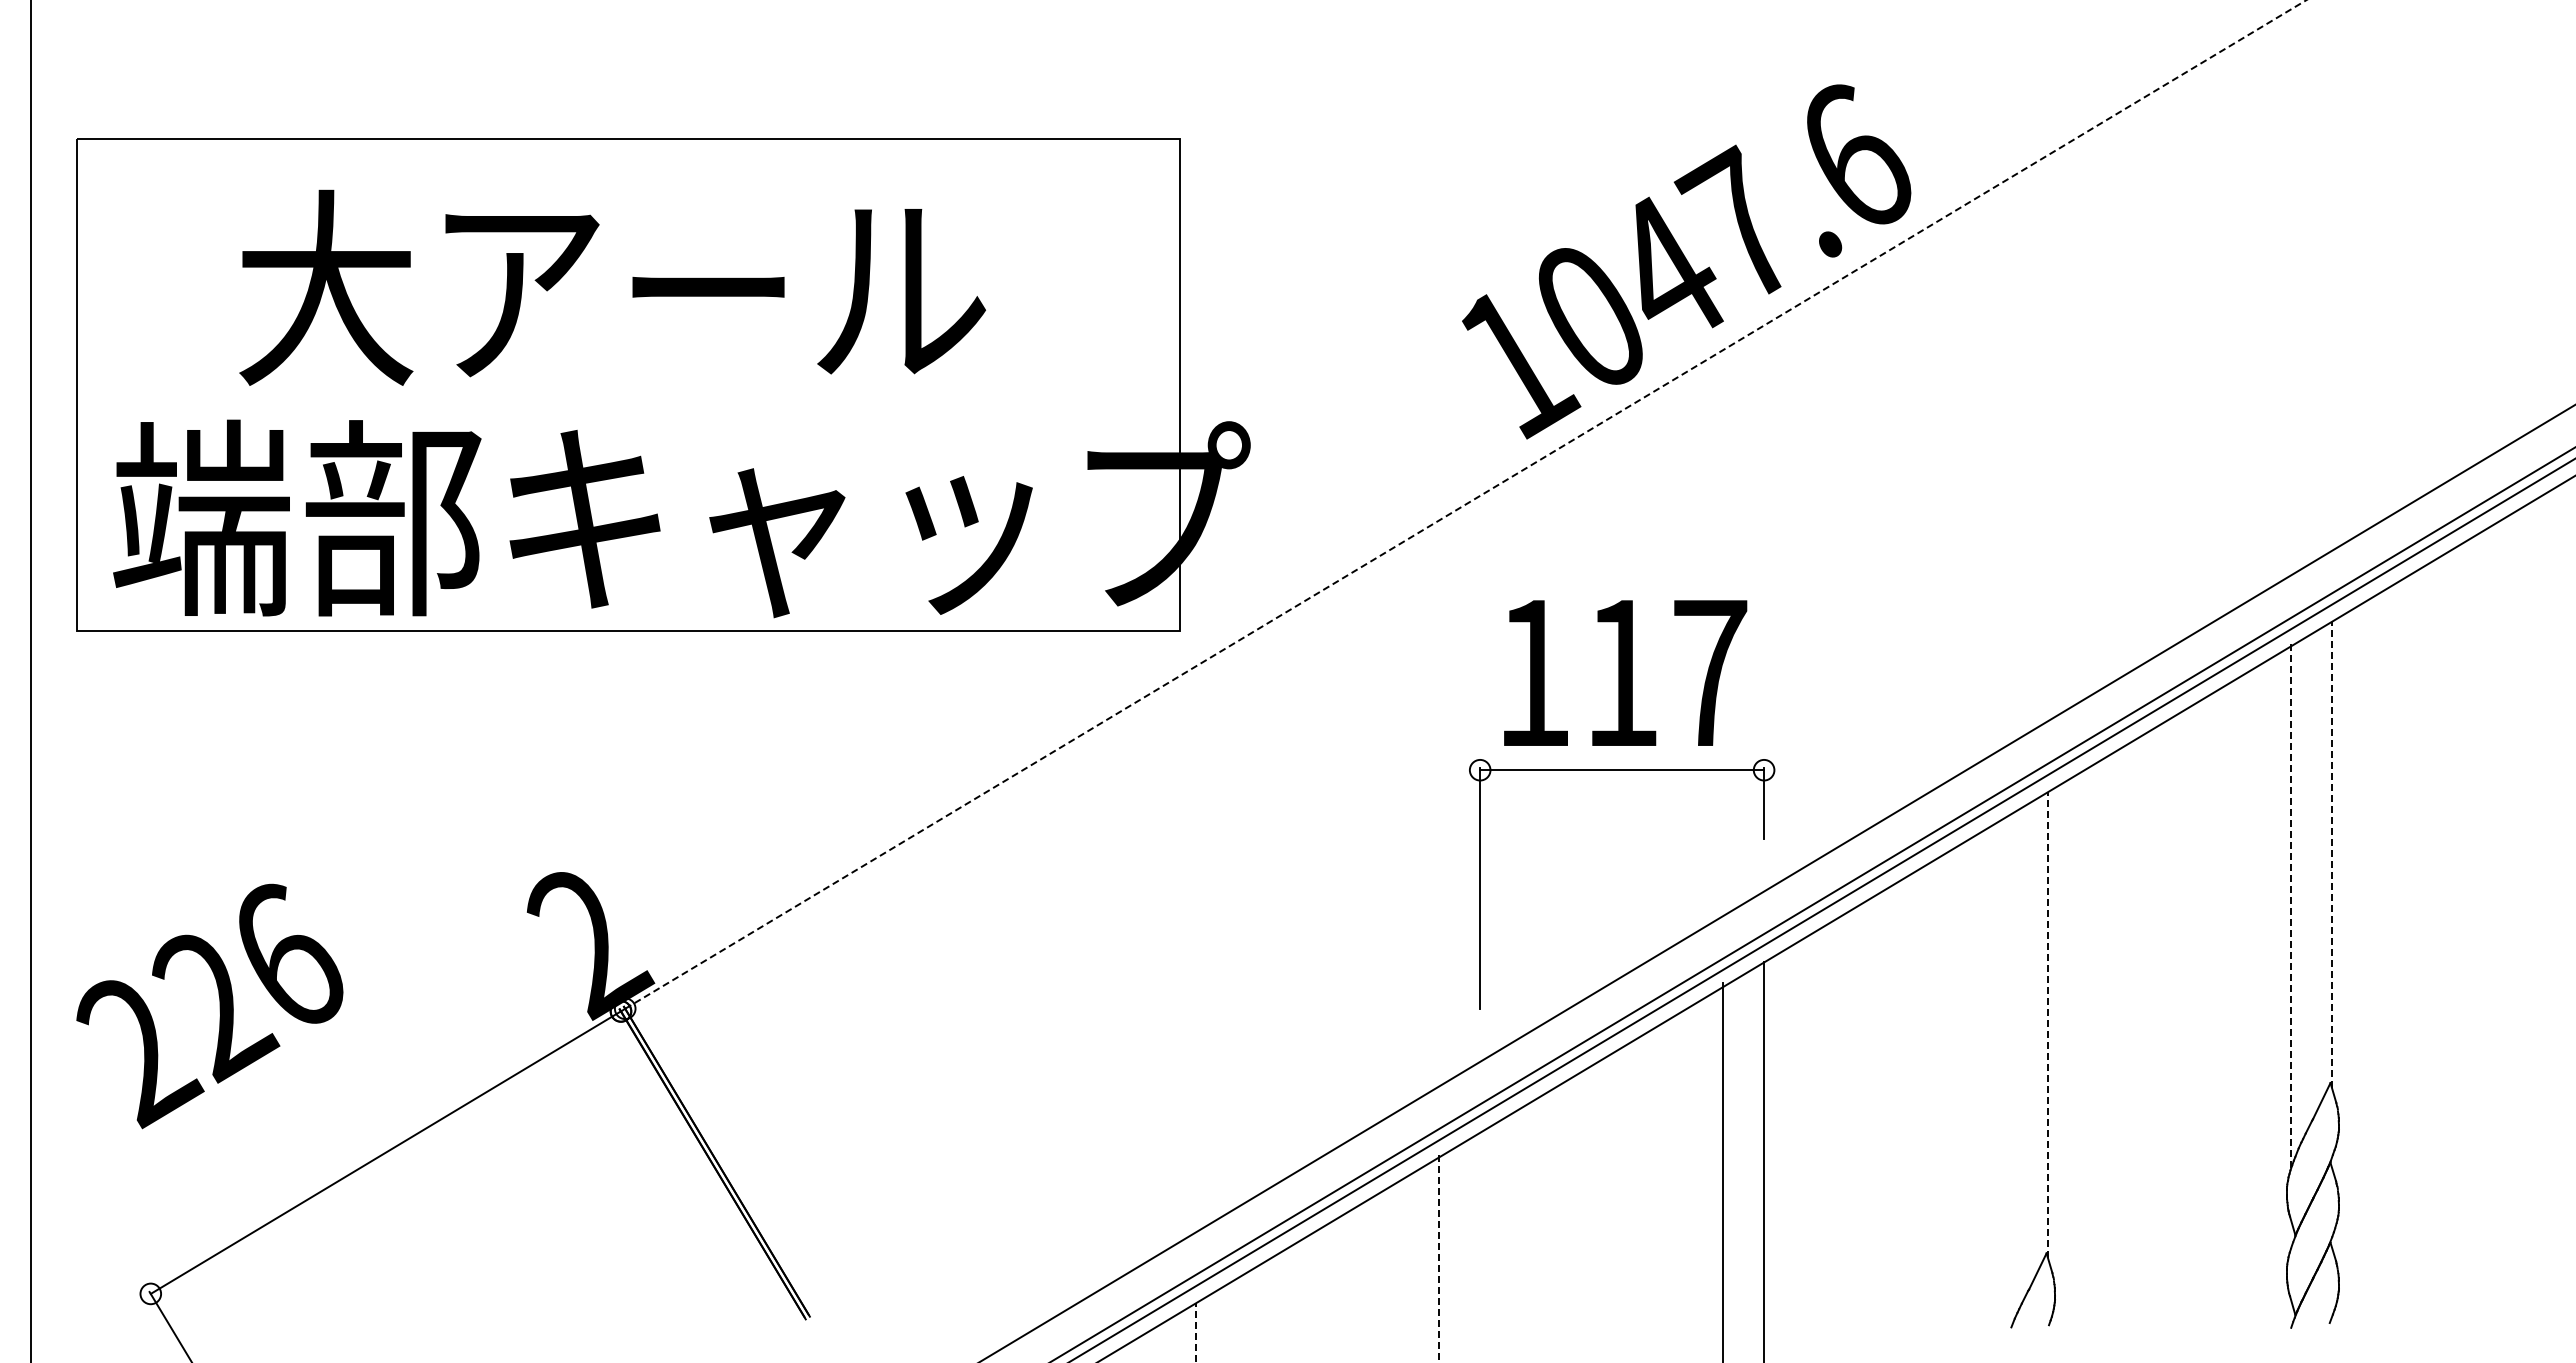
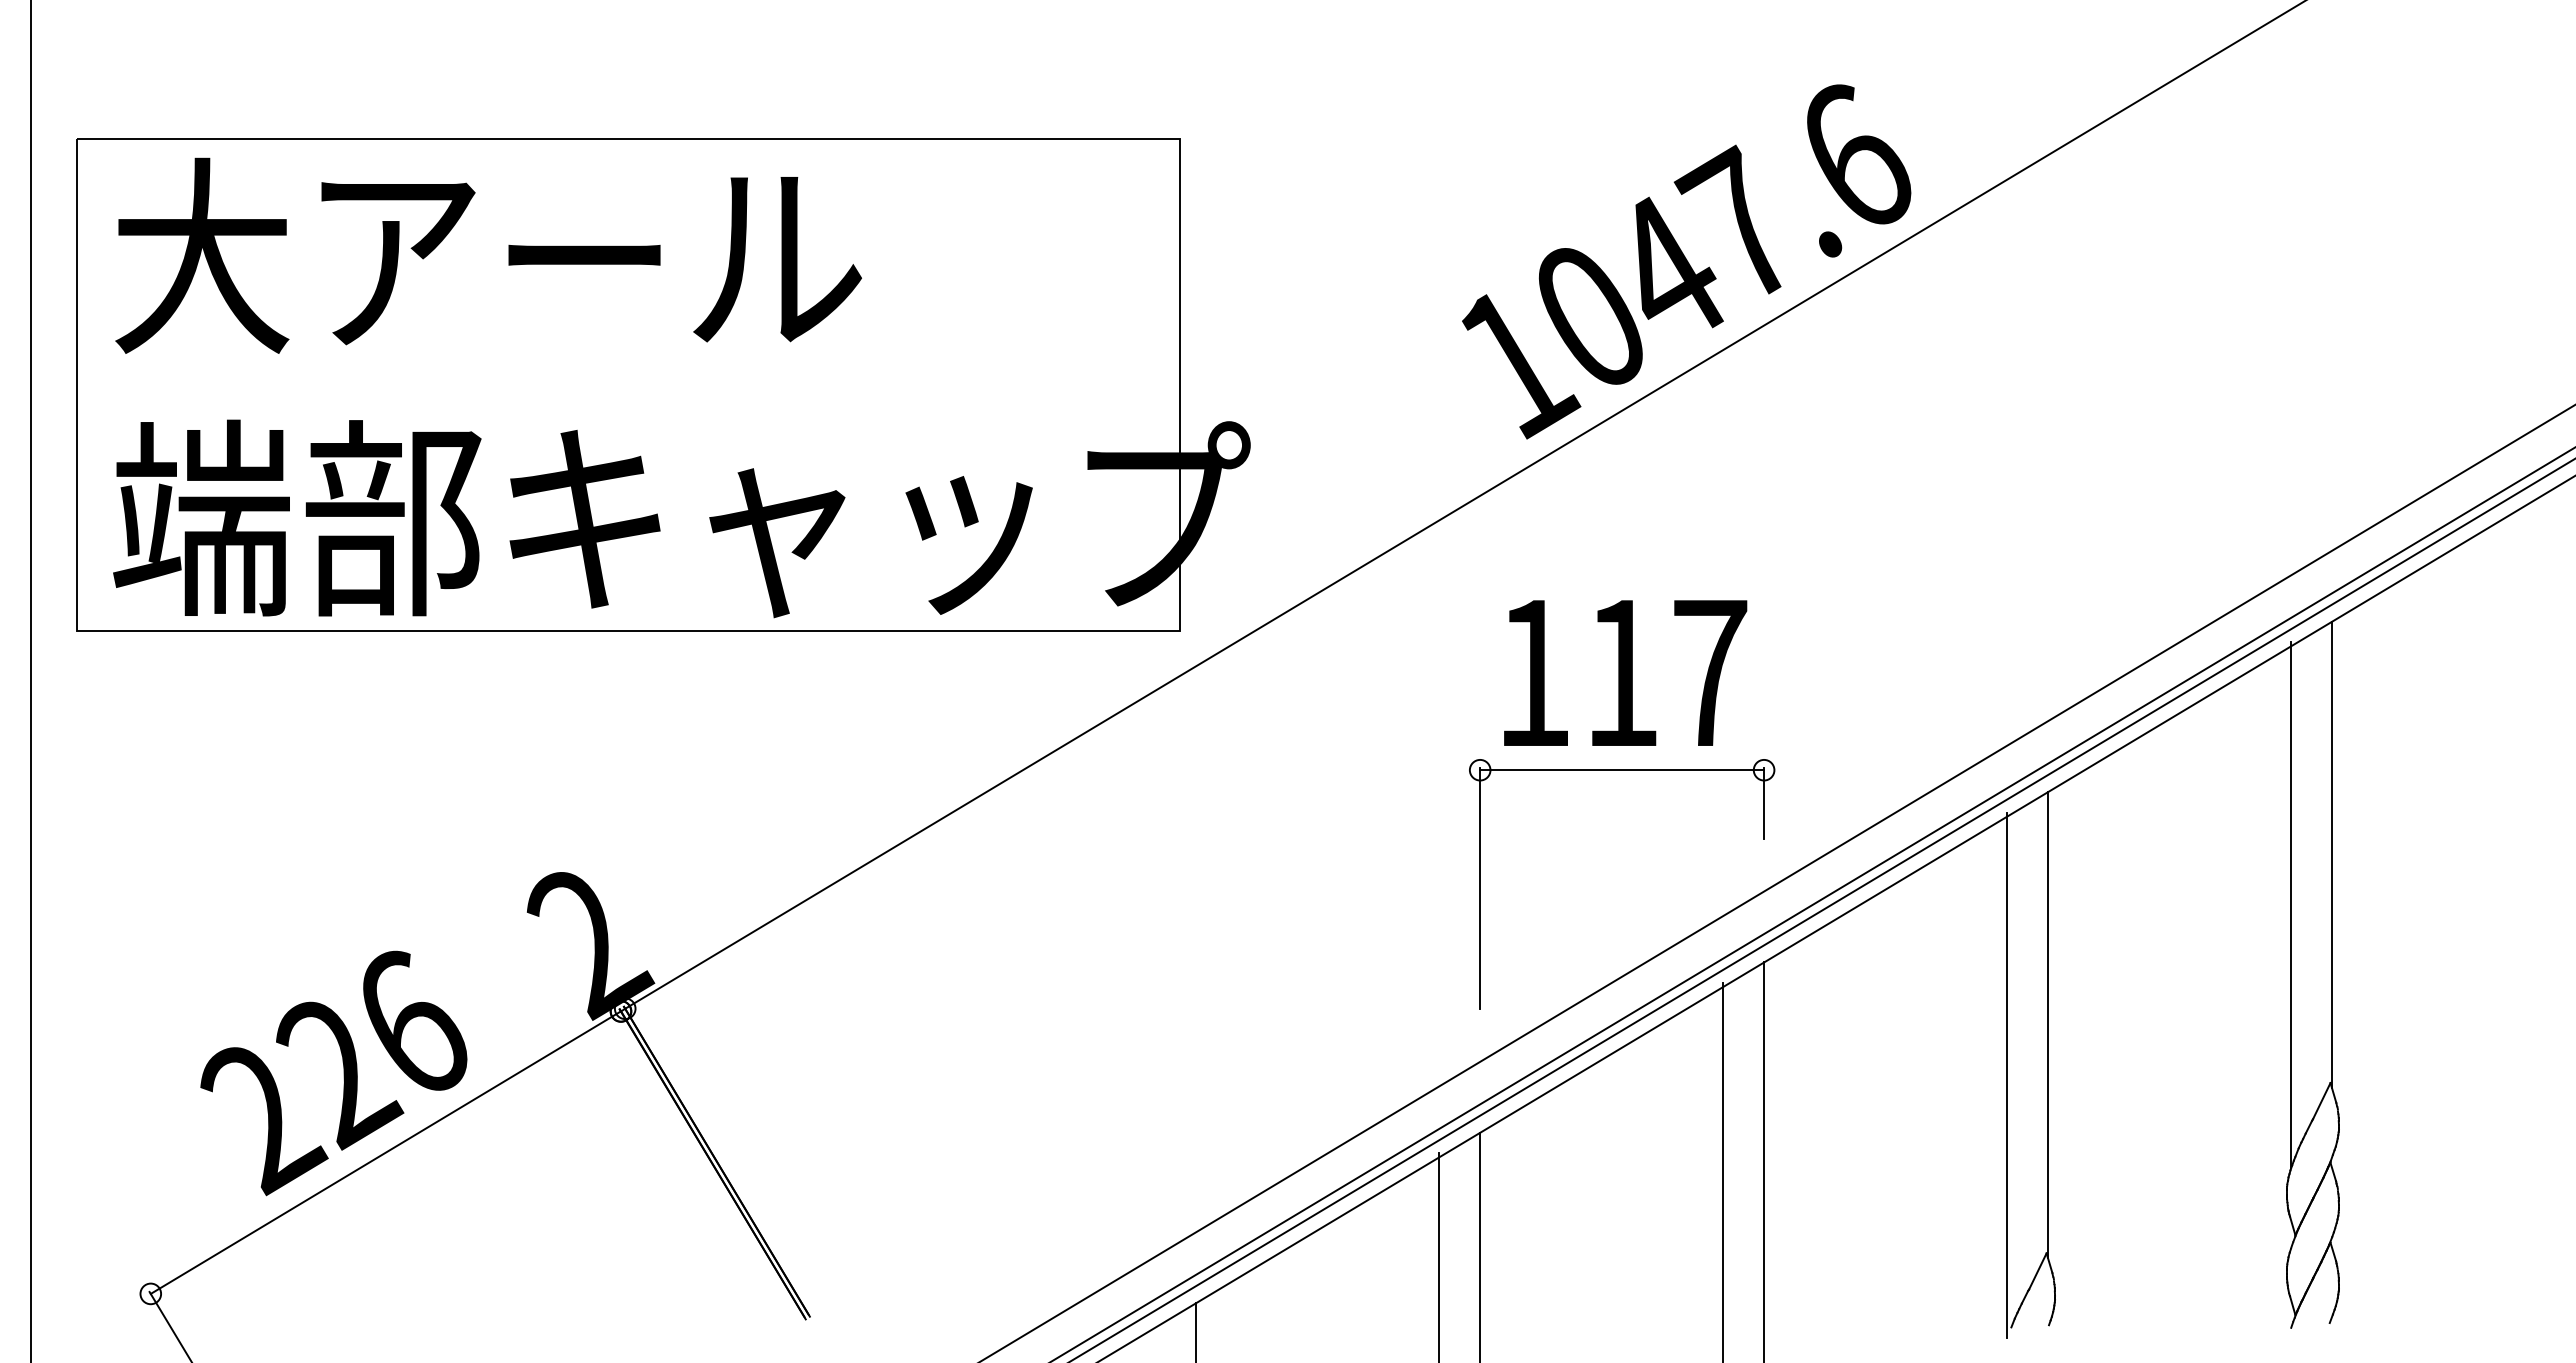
text at (612, 287) position: (612, 287) -> (488, 255)
line at (1466, 504): dashed -> solid
line at (2331, 854): dashed -> solid
line at (2290, 905): dashed -> solid
text at (209, 1006) position: (209, 1006) -> (333, 1073)
line at (2048, 1024): dashed -> solid
line at (2006, 1075): none -> present
line at (1480, 1245): none -> present
line at (1438, 1257): dashed -> solid
line at (1196, 1332): dashed -> solid
